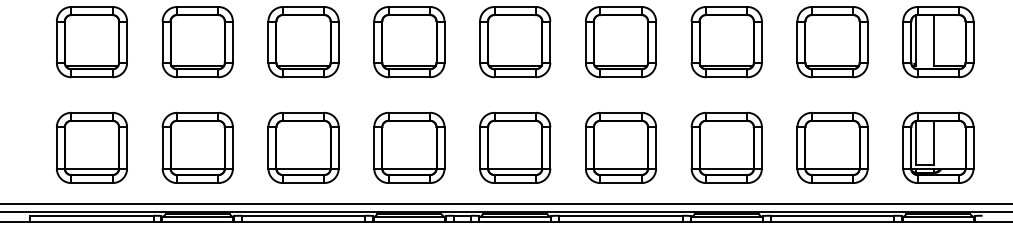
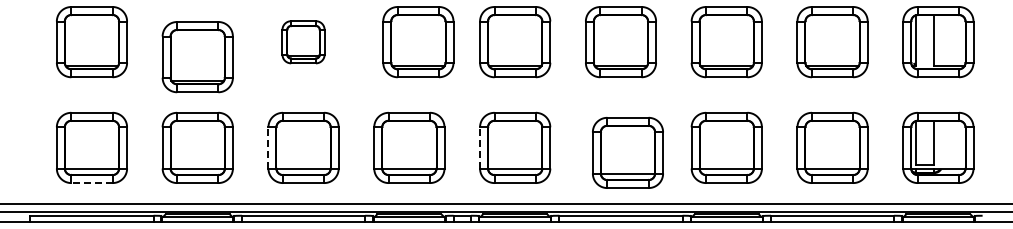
part at (197, 42) position: (197, 42) -> (197, 57)
part at (303, 42) size: 73x73 px -> 45x45 px
part at (409, 42) position: (409, 42) -> (418, 42)
line at (268, 147): solid -> dashed
line at (480, 147): solid -> dashed
part at (620, 147) position: (620, 147) -> (627, 152)
line at (91, 183): solid -> dashed
